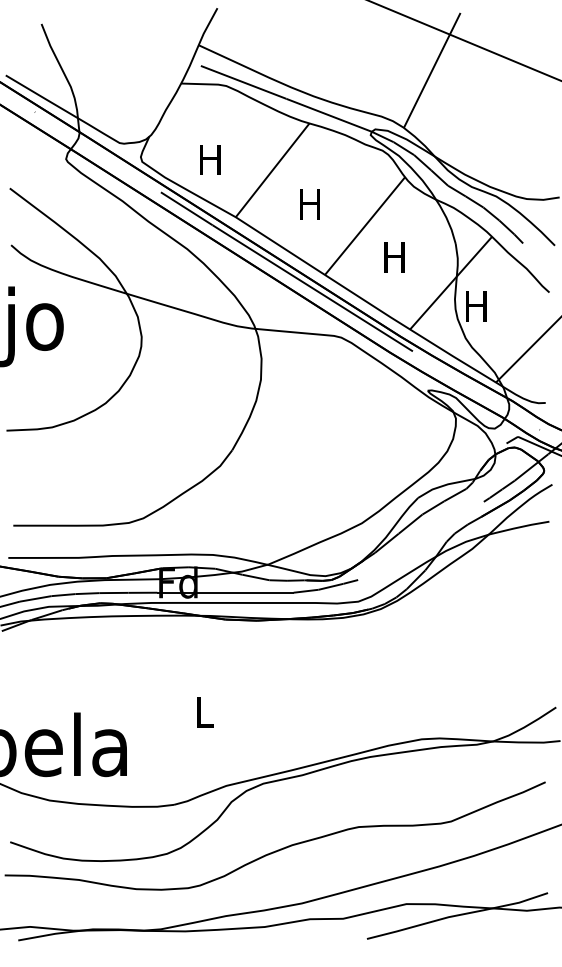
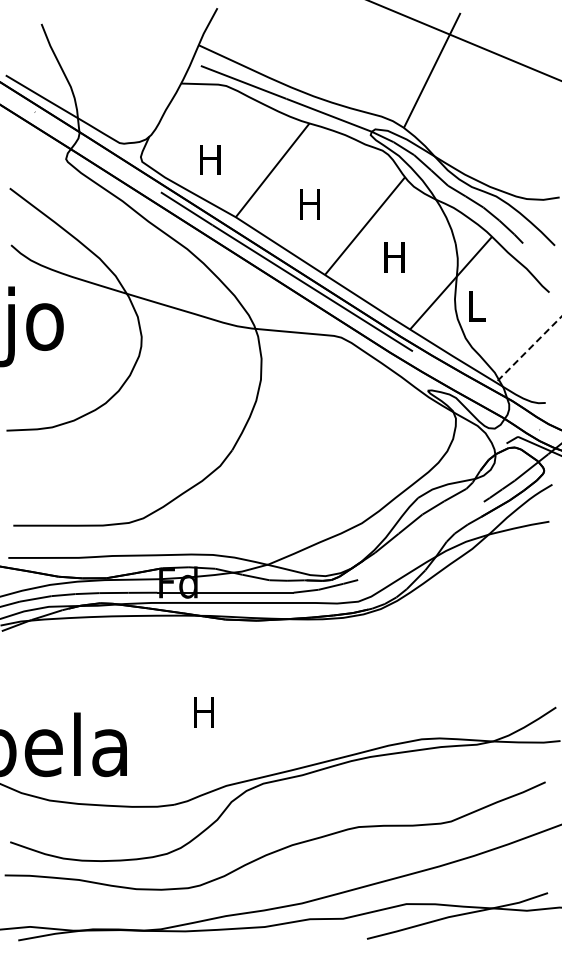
text at (476, 306): H -> L
line at (529, 349): solid -> dashed
text at (203, 712): L -> H
